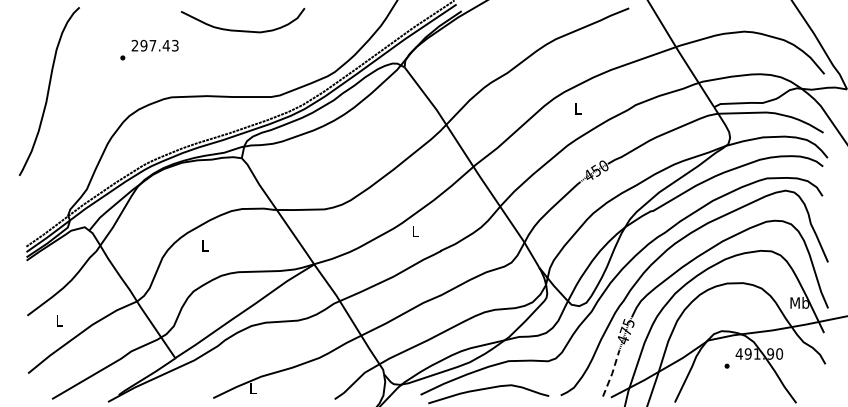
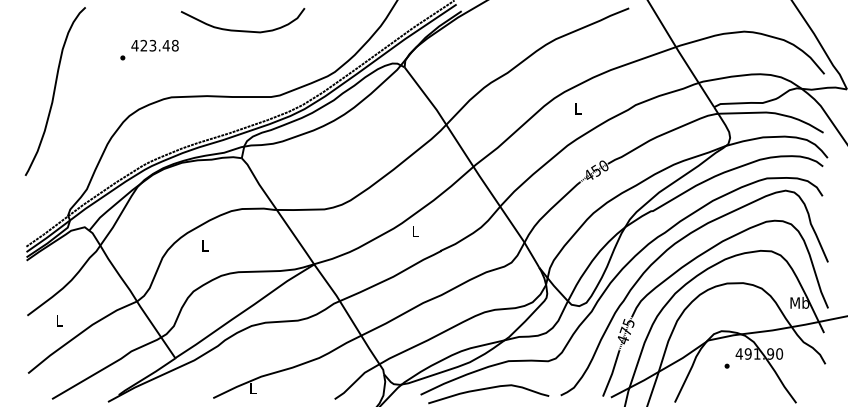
text at (154, 45): 297.43 -> 423.48
curve at (48, 91) position: (48, 91) -> (54, 91)
line at (612, 373): dashed -> solid
